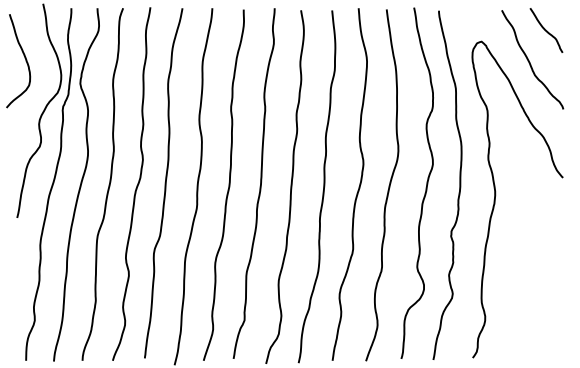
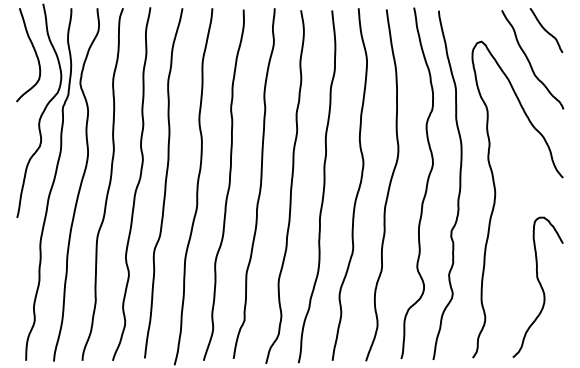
curve at (24, 58) position: (24, 58) -> (34, 52)
curve at (539, 284): none -> present
